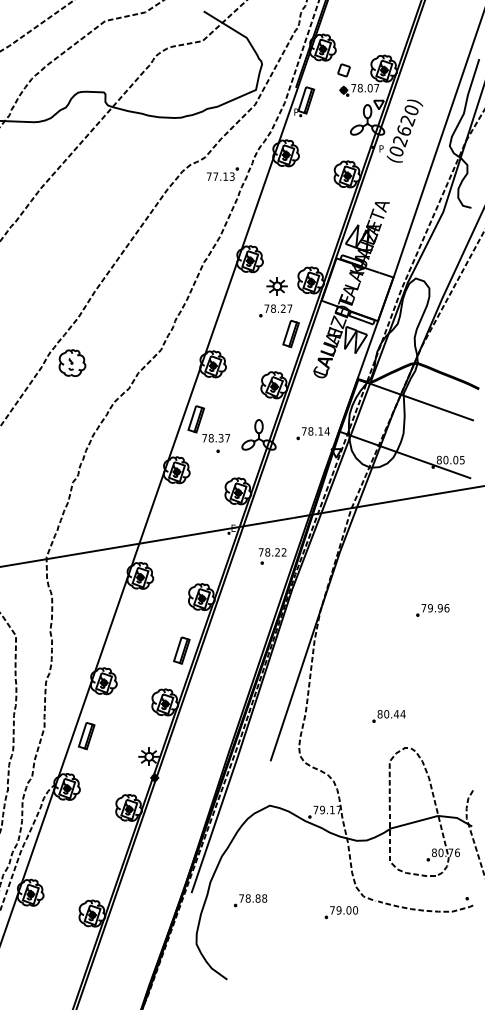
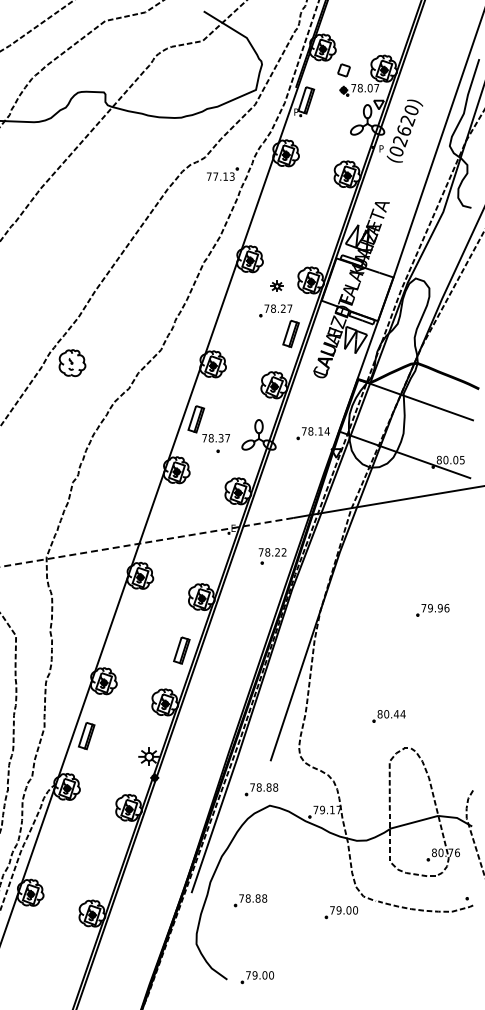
part at (276, 286) size: 22x19 px -> 14x12 px
line at (146, 542): solid -> dashed
part at (261, 789): none -> present
part at (257, 977): none -> present
